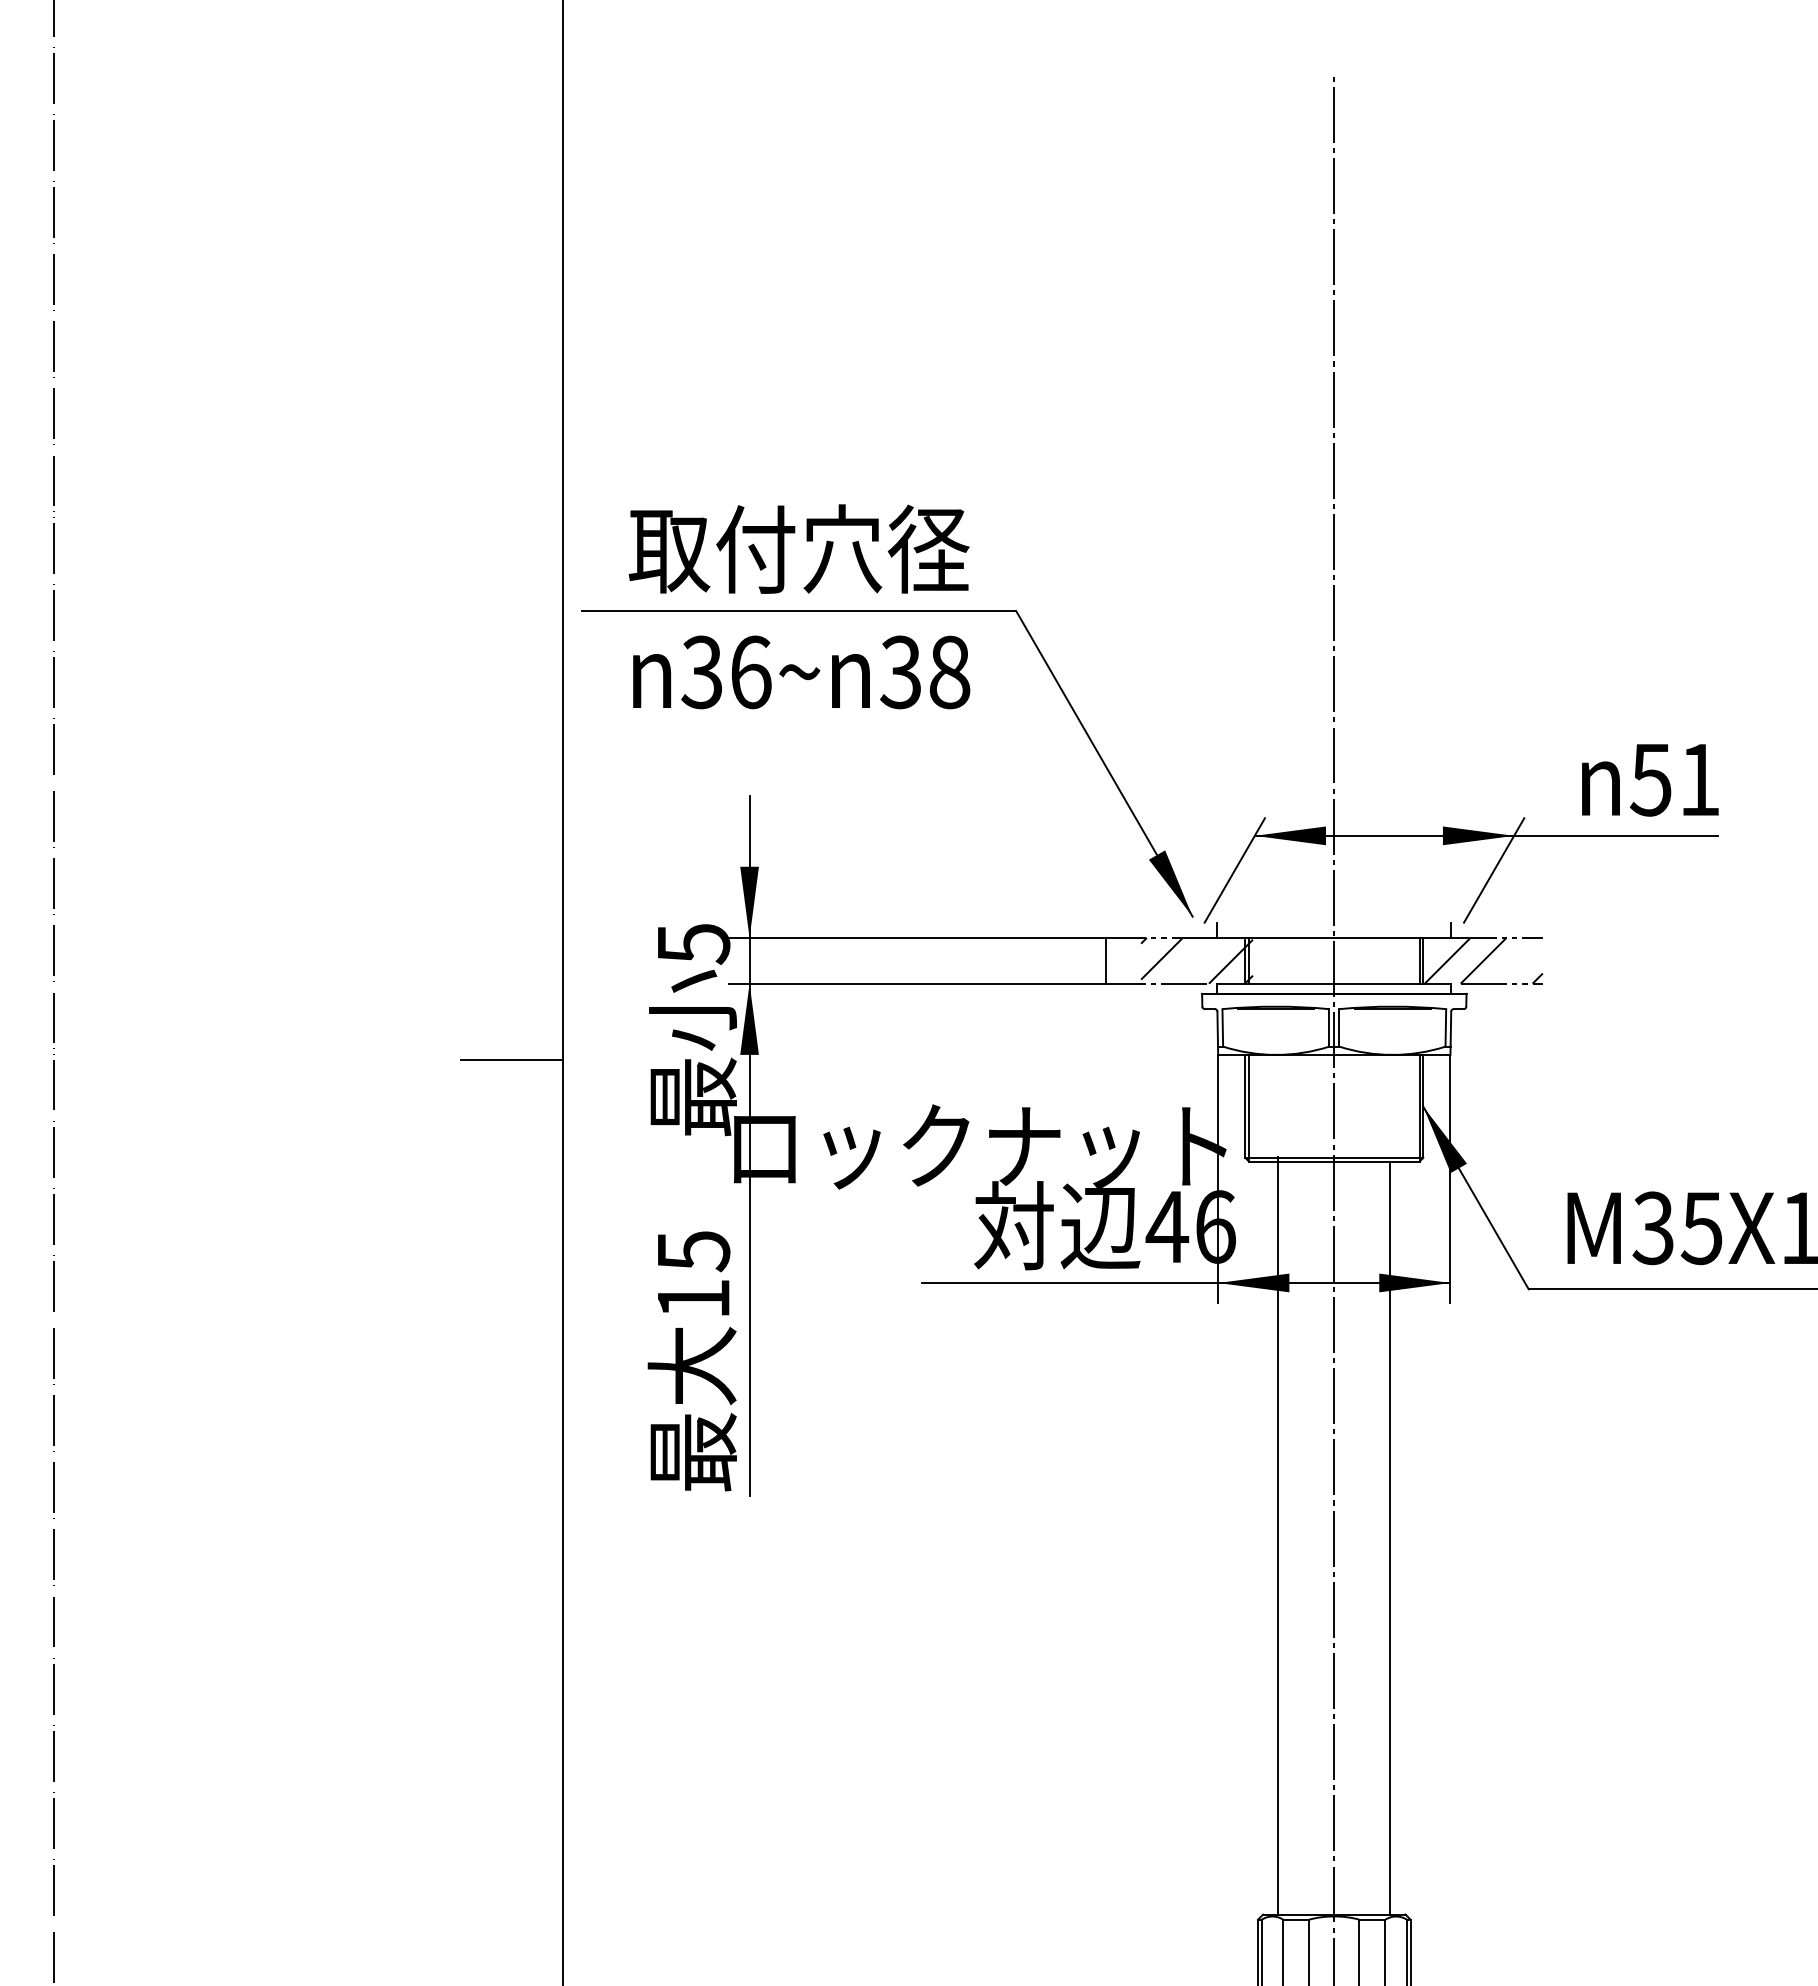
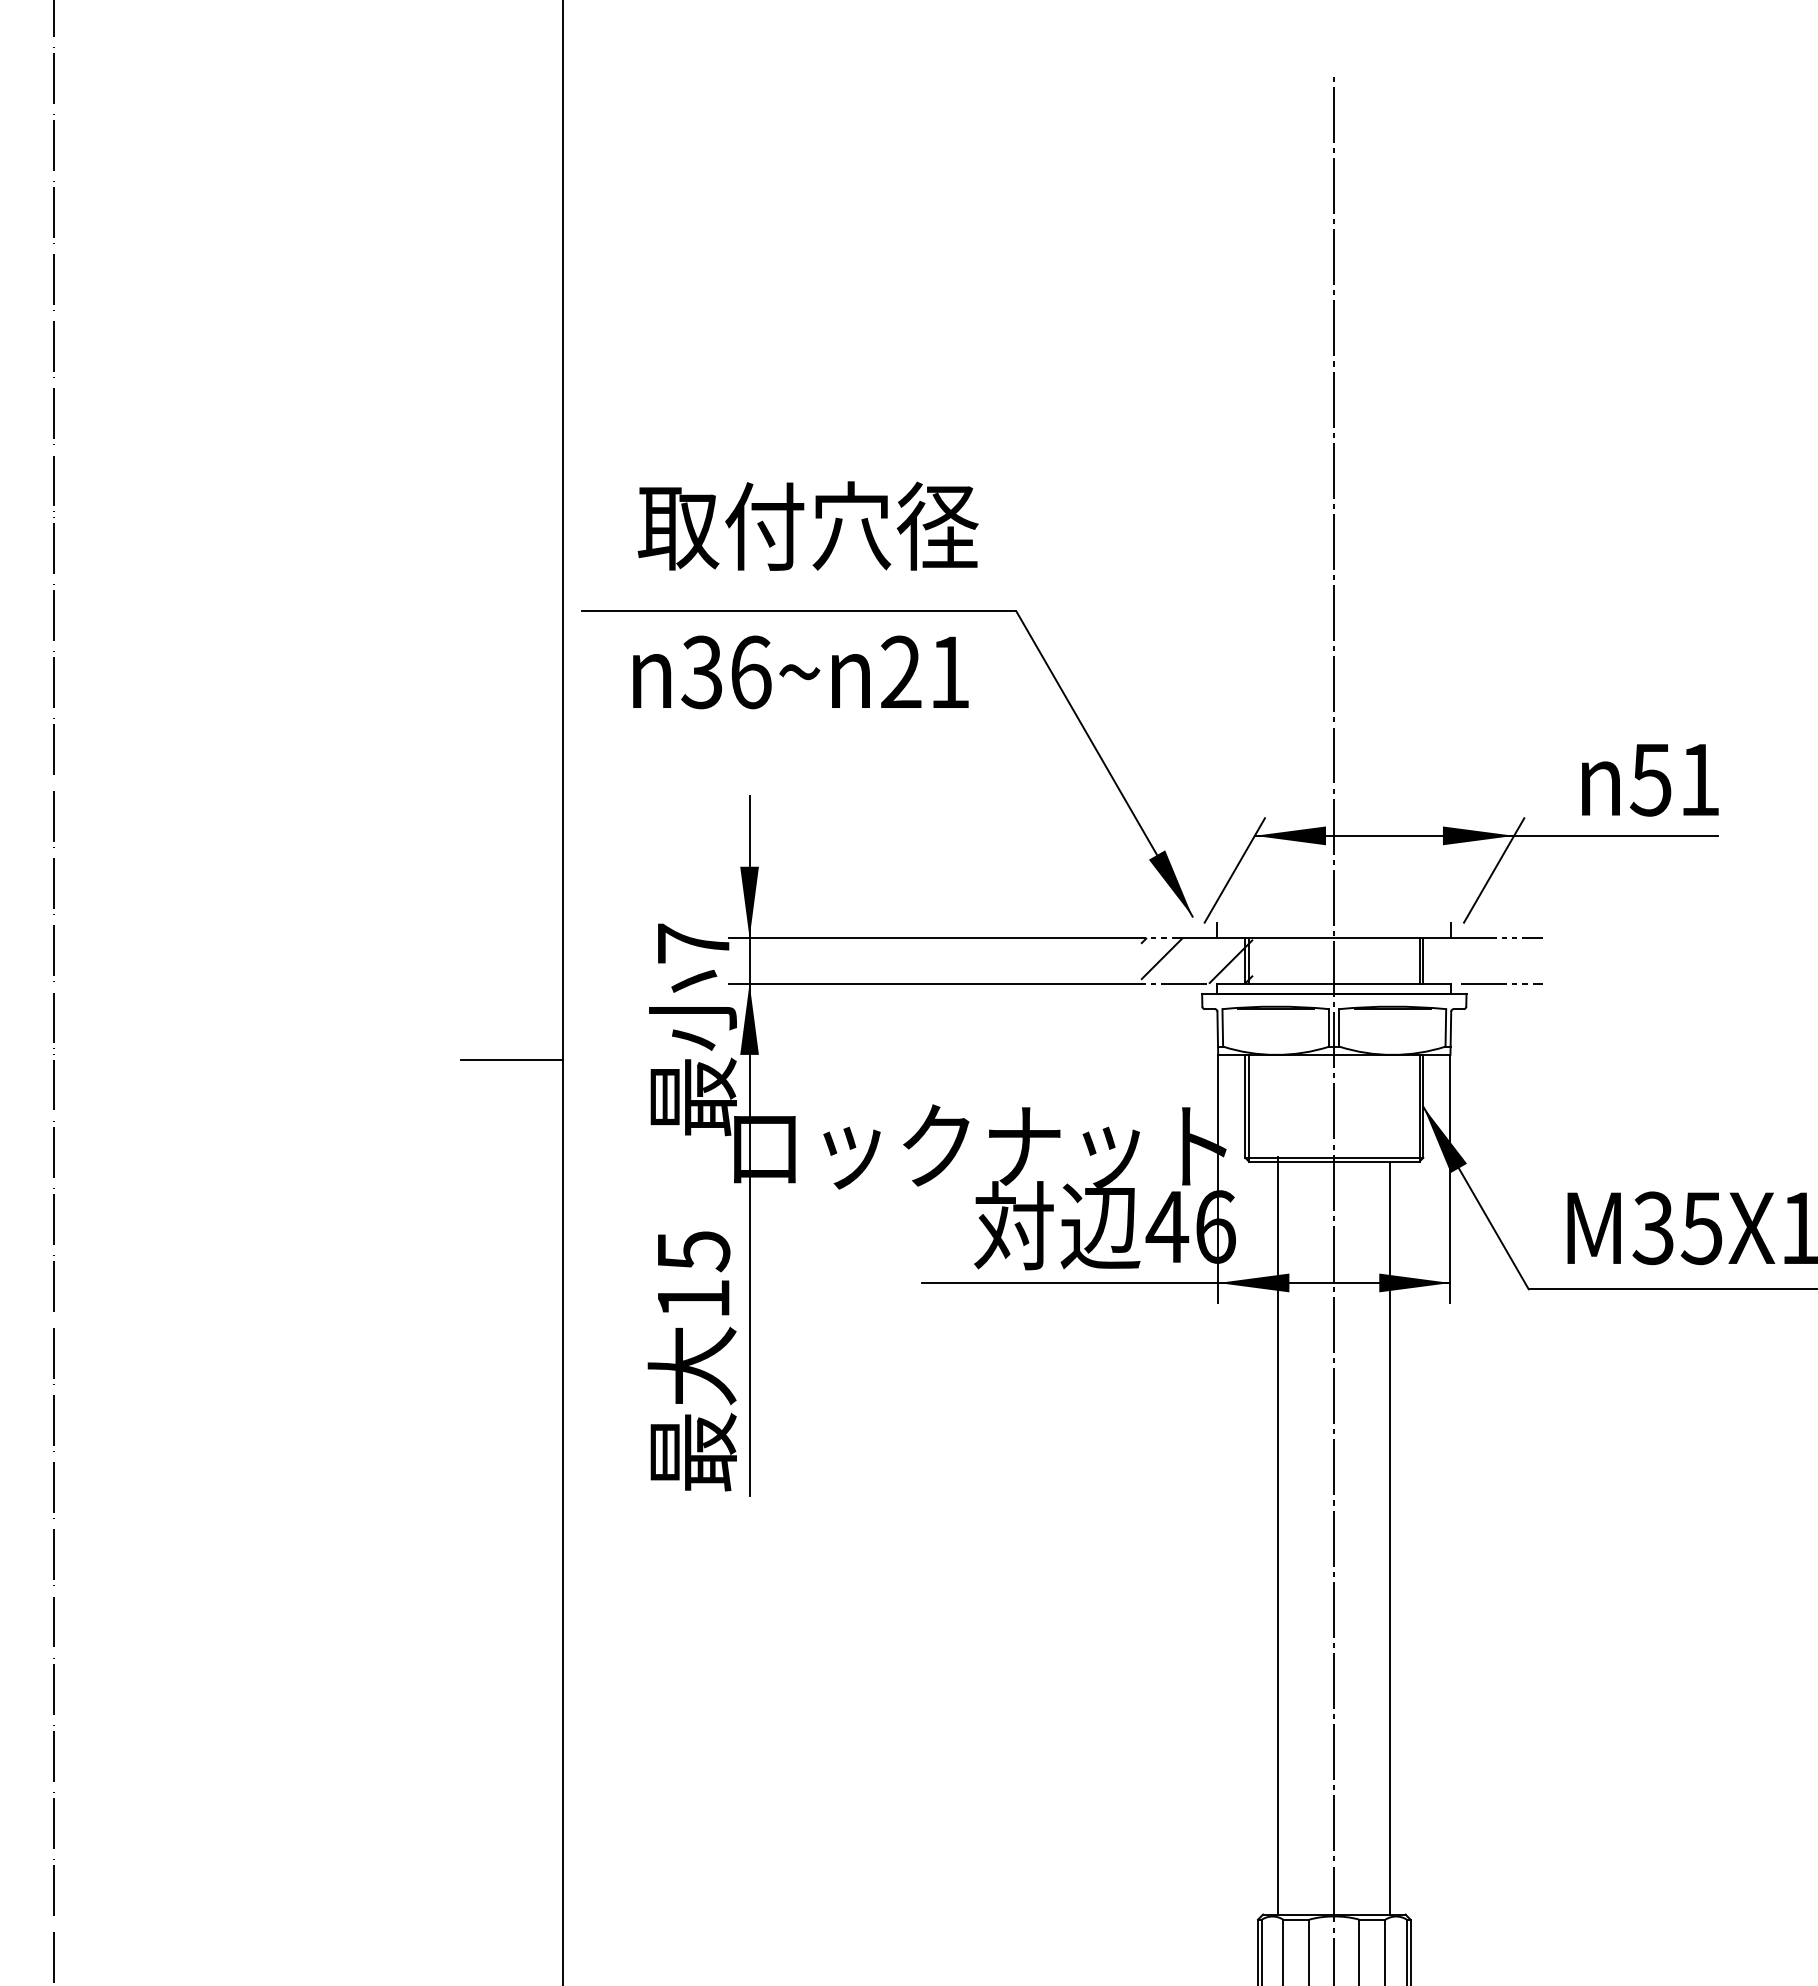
text at (798, 548) position: (798, 548) -> (807, 525)
text at (925, 672): 38 -> 21
text at (694, 943): 5 -> 7
line at (1105, 960): present -> none
hatch at (1483, 960): present -> none
